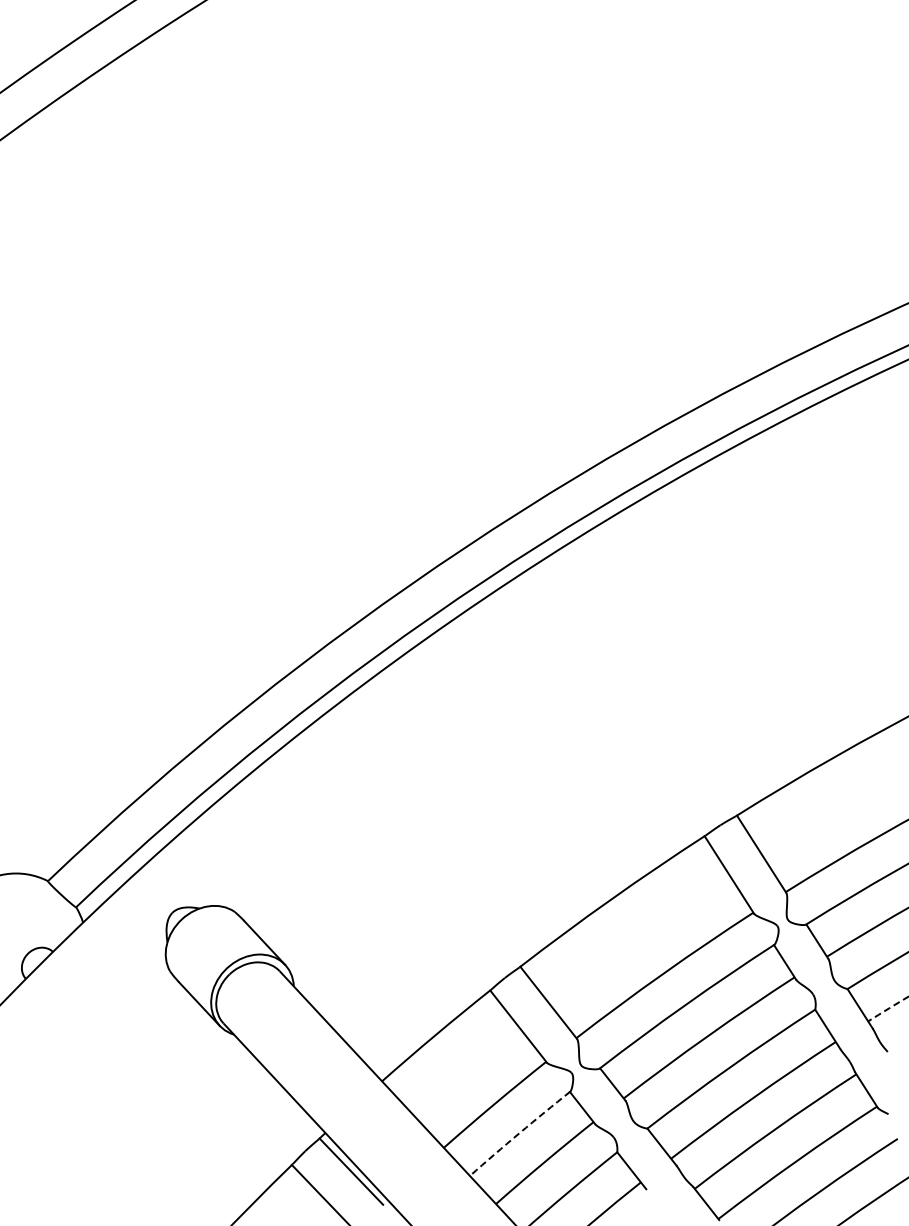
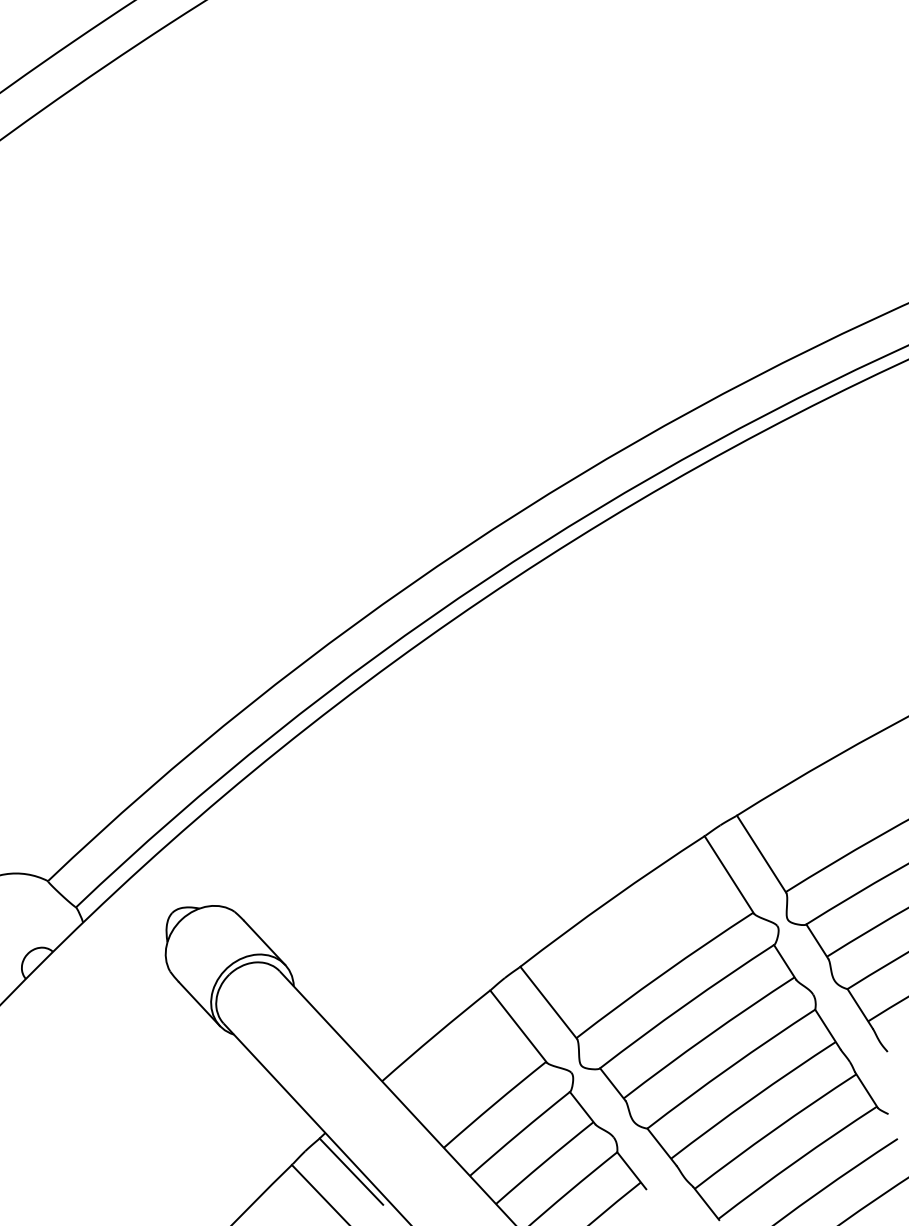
arc at (888, 1008): dashed -> solid
arc at (519, 1133): dashed -> solid
